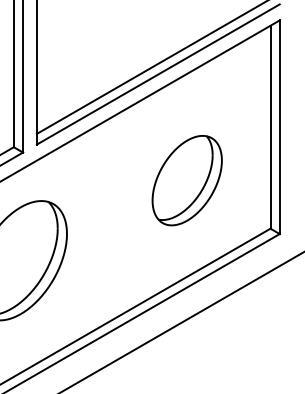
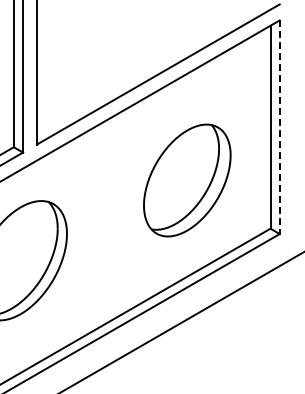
line at (150, 67): present -> none
line at (279, 127): solid -> dashed
part at (186, 180) size: 72x92 px -> 89x115 px
